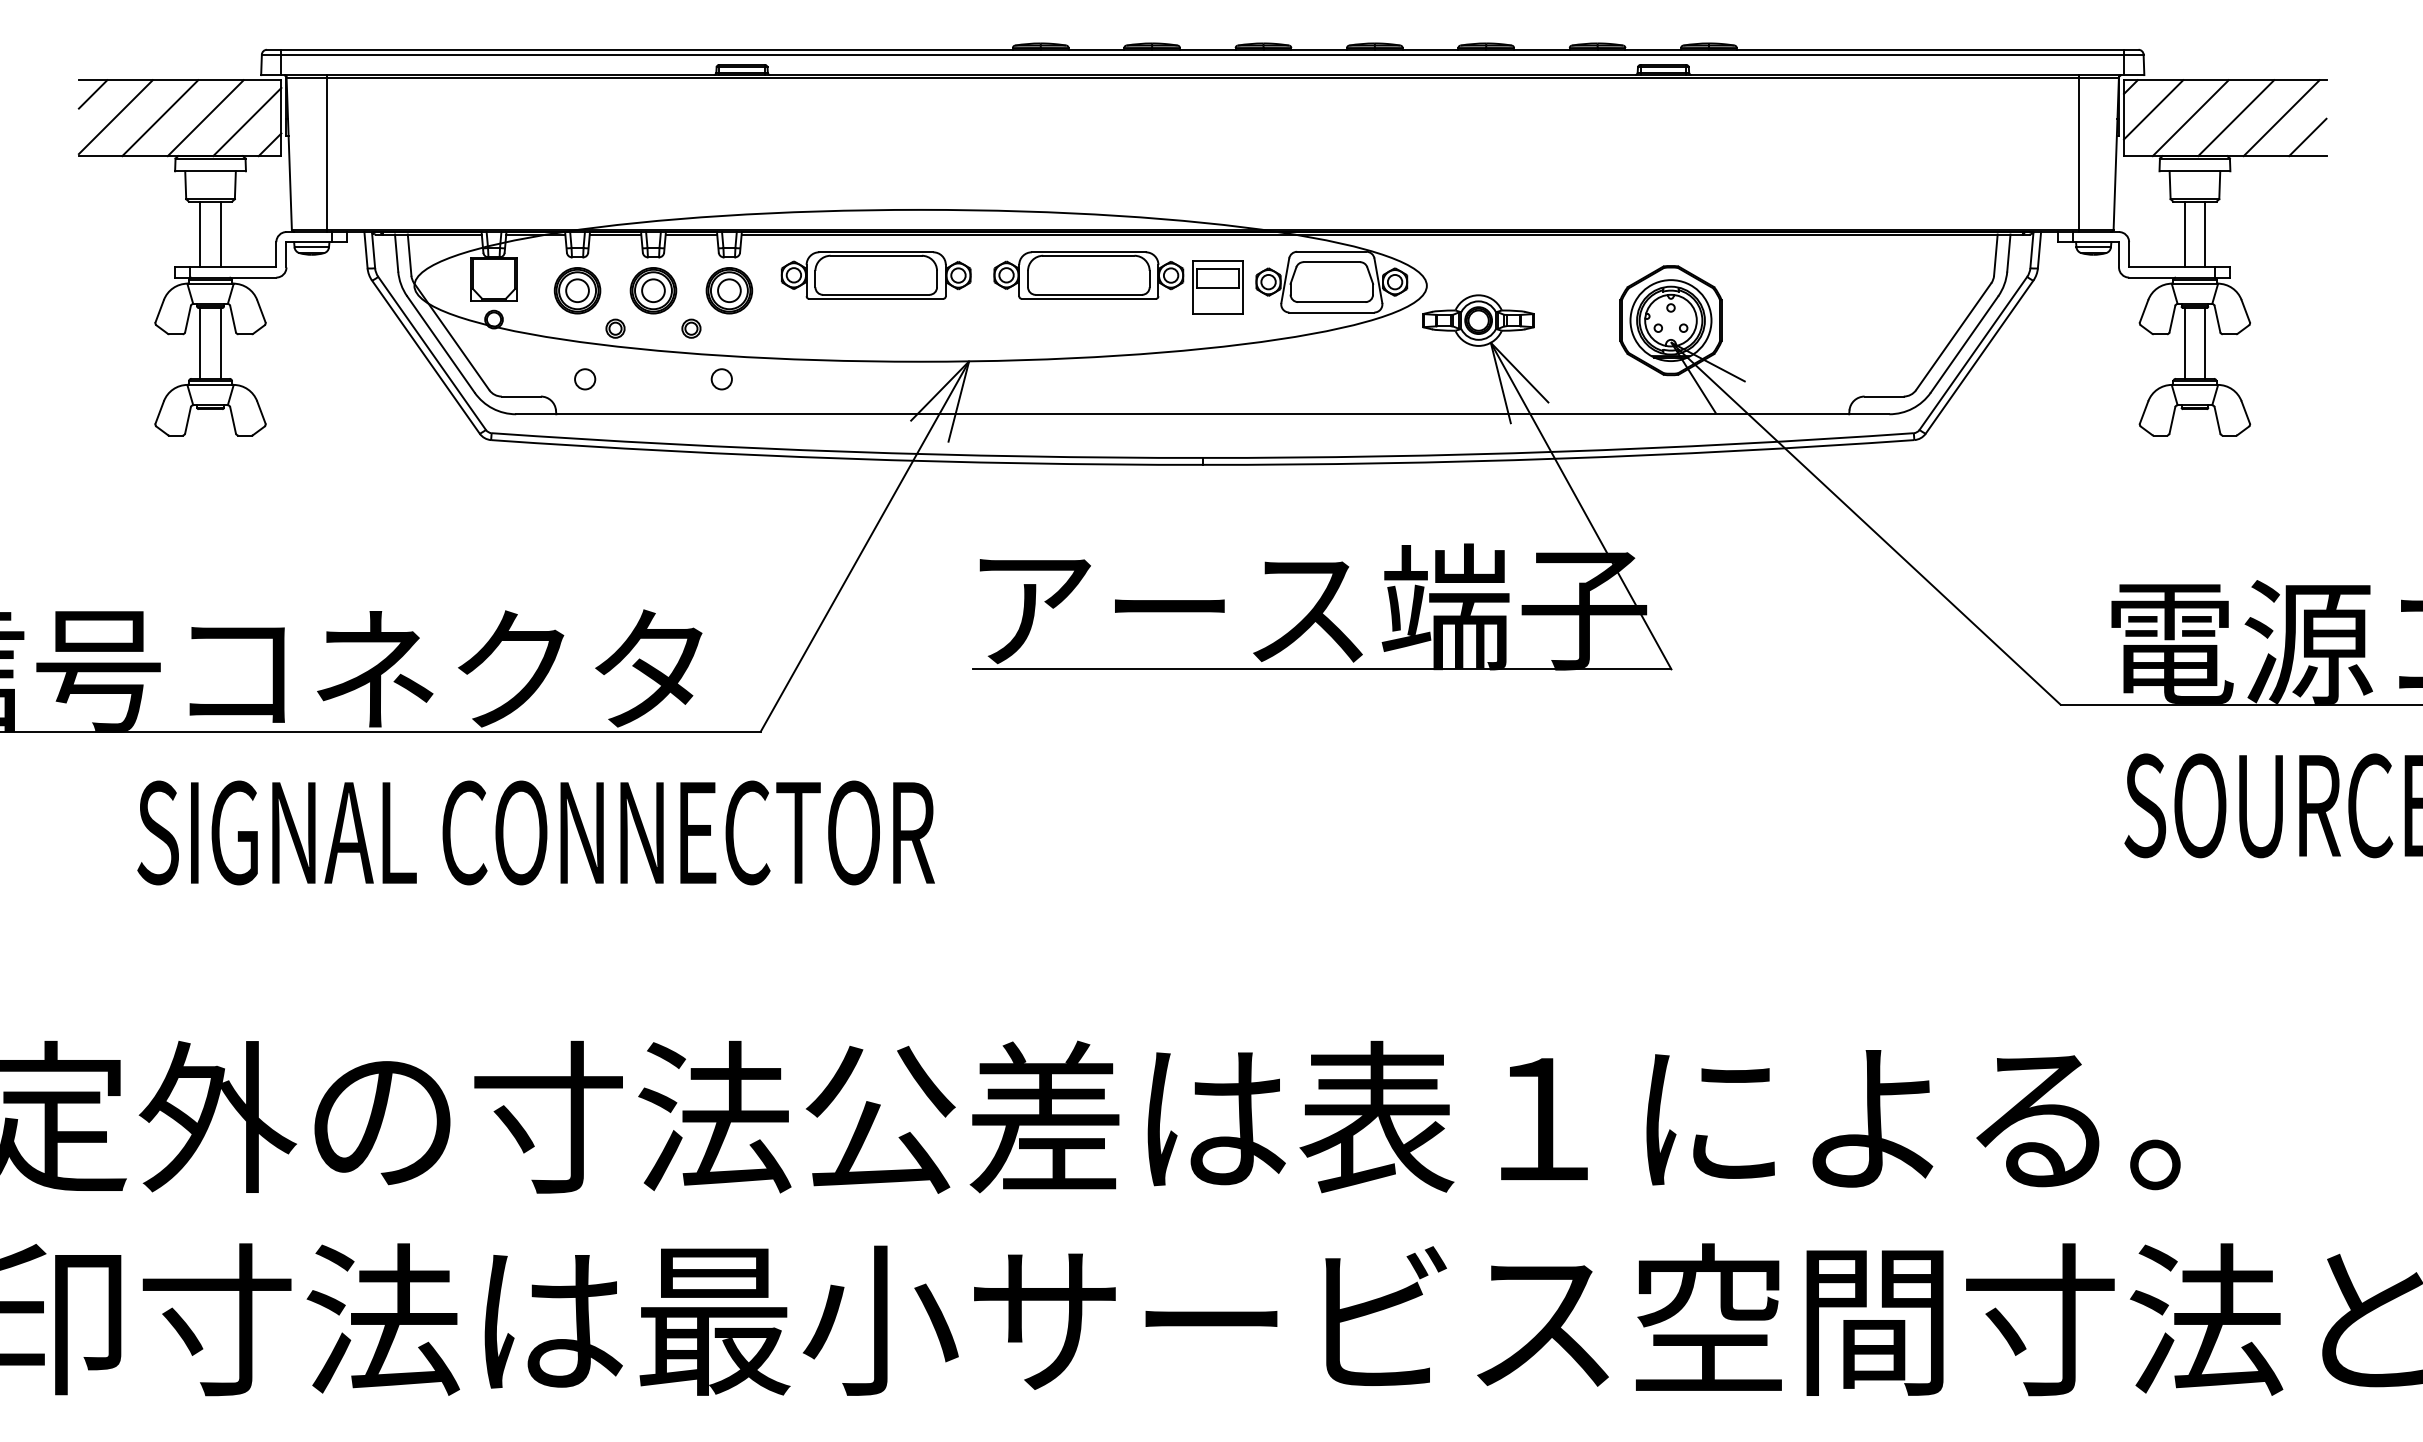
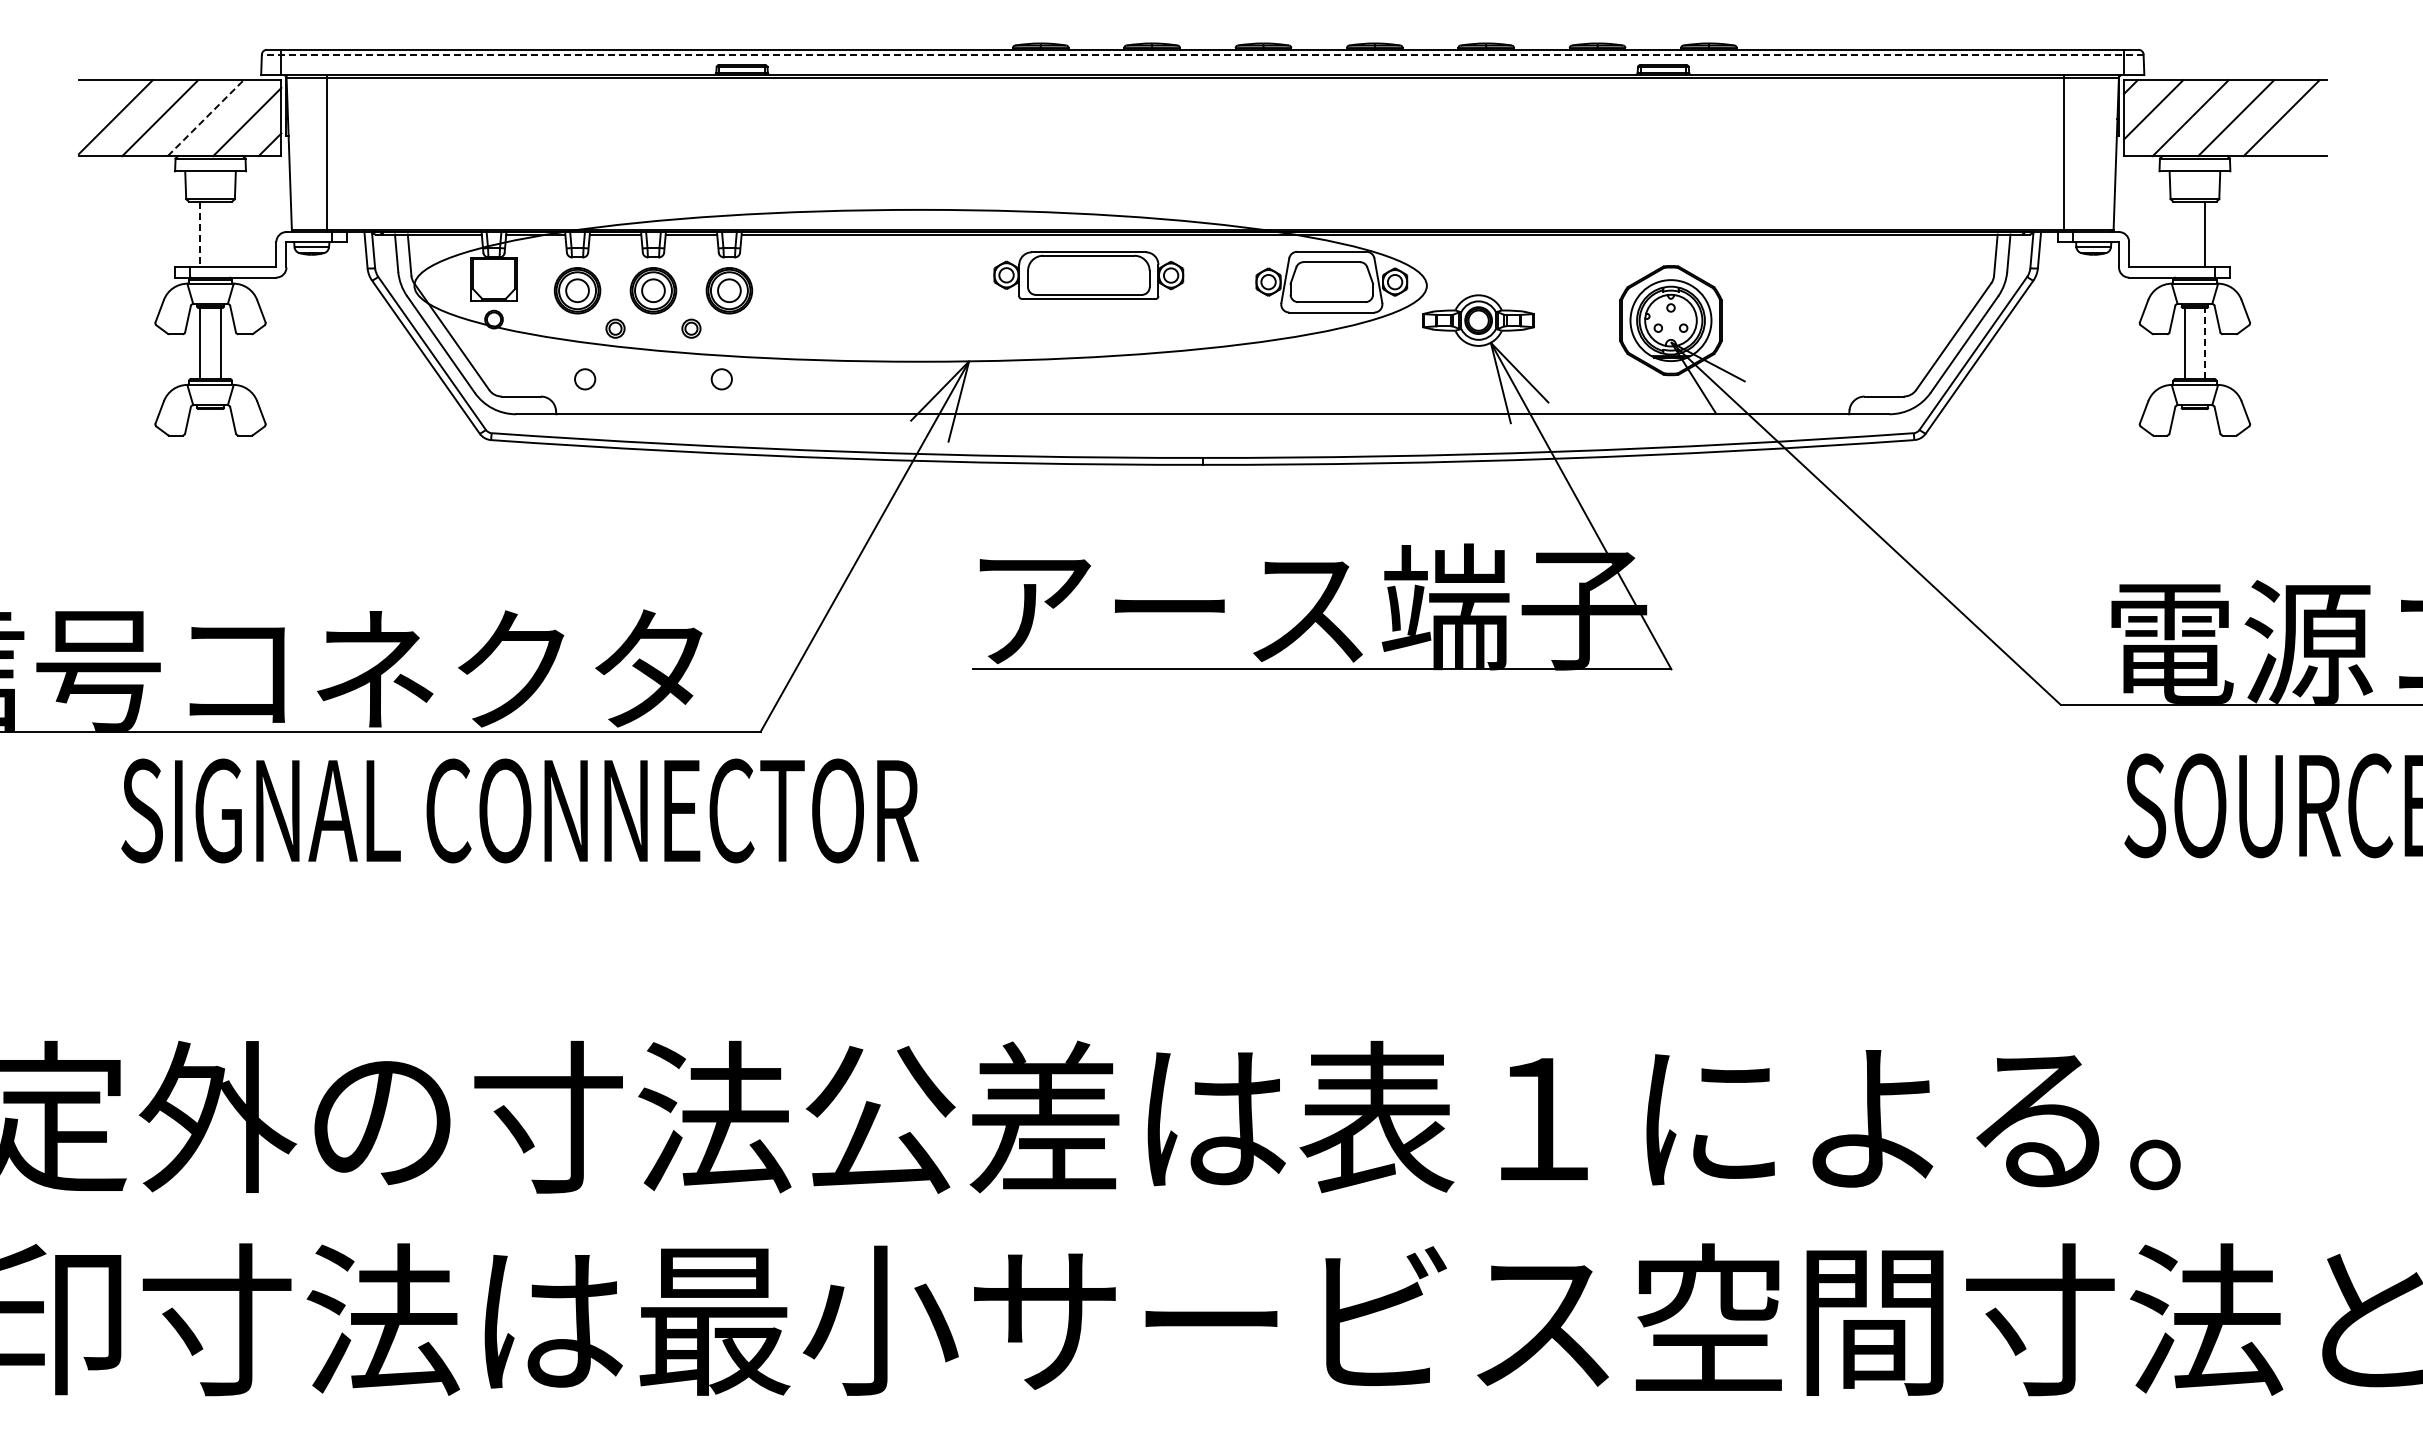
line at (1202, 54): solid -> dashed
line at (92, 94): present -> none
line at (205, 118): solid -> dashed
line at (2307, 137): present -> none
line at (2078, 153) position: (2078, 153) -> (2063, 153)
line at (200, 234): solid -> dashed
line at (220, 234): present -> none
line at (2184, 234): present -> none
part at (875, 275): present -> none
part at (1217, 287): present -> none
line at (2205, 342): solid -> dashed
text at (535, 832) position: (535, 832) -> (519, 810)
